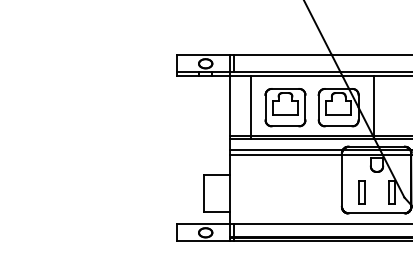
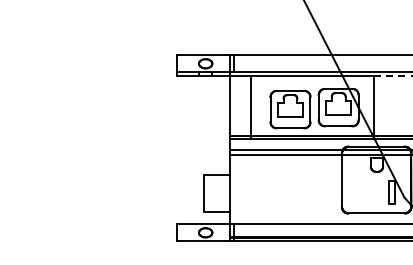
line at (392, 76): solid -> dashed
part at (285, 107) position: (285, 107) -> (290, 109)
part at (361, 192): present -> none
